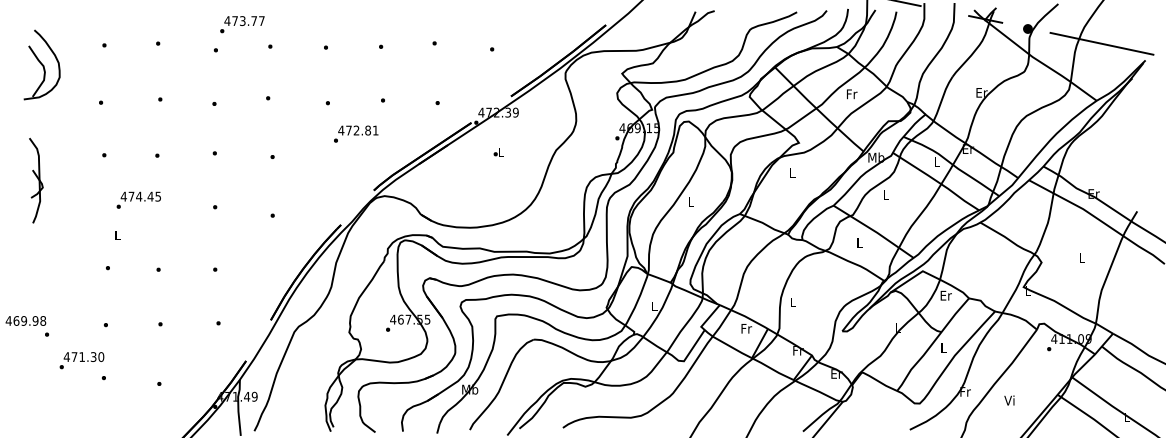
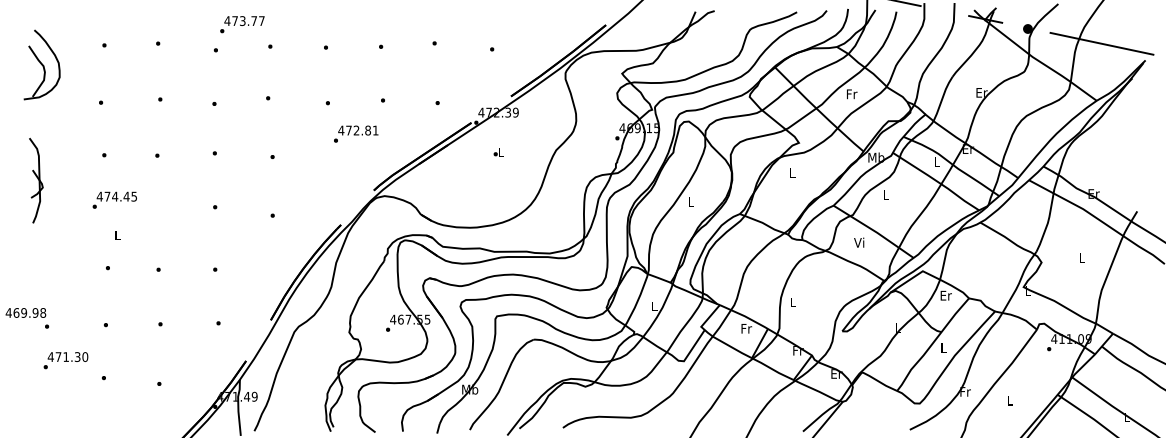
text at (138, 199) position: (138, 199) -> (114, 199)
text at (859, 242): L -> Vi
text at (27, 326) position: (27, 326) -> (27, 318)
text at (81, 360) position: (81, 360) -> (65, 360)
text at (1009, 400): Vi -> L
